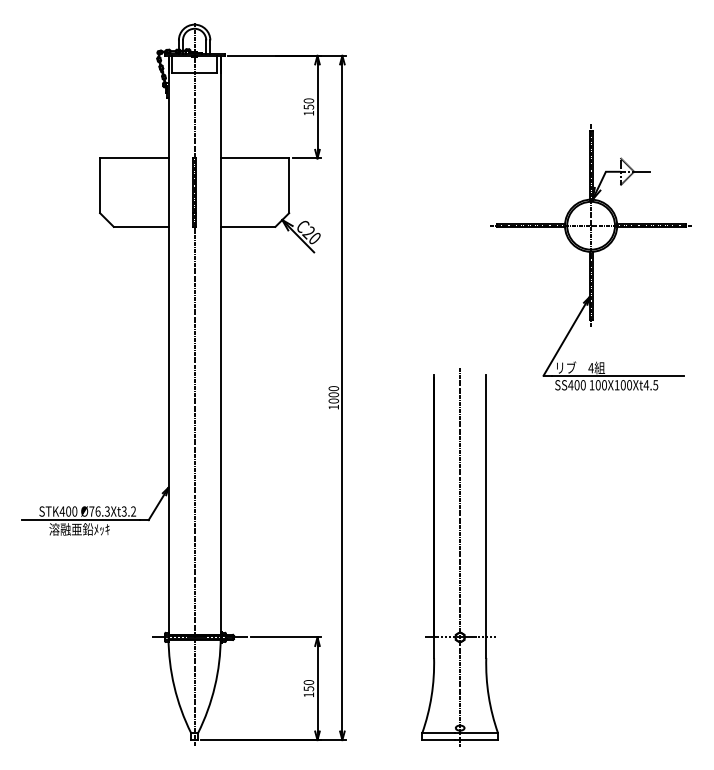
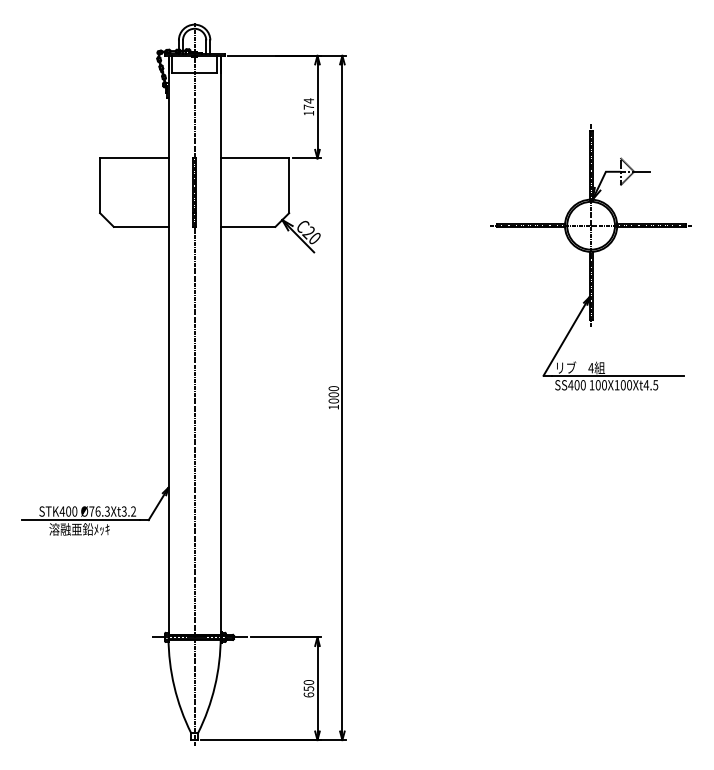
text at (308, 103): 150 -> 174
part at (459, 557): present -> none
text at (308, 694): 150 -> 650
